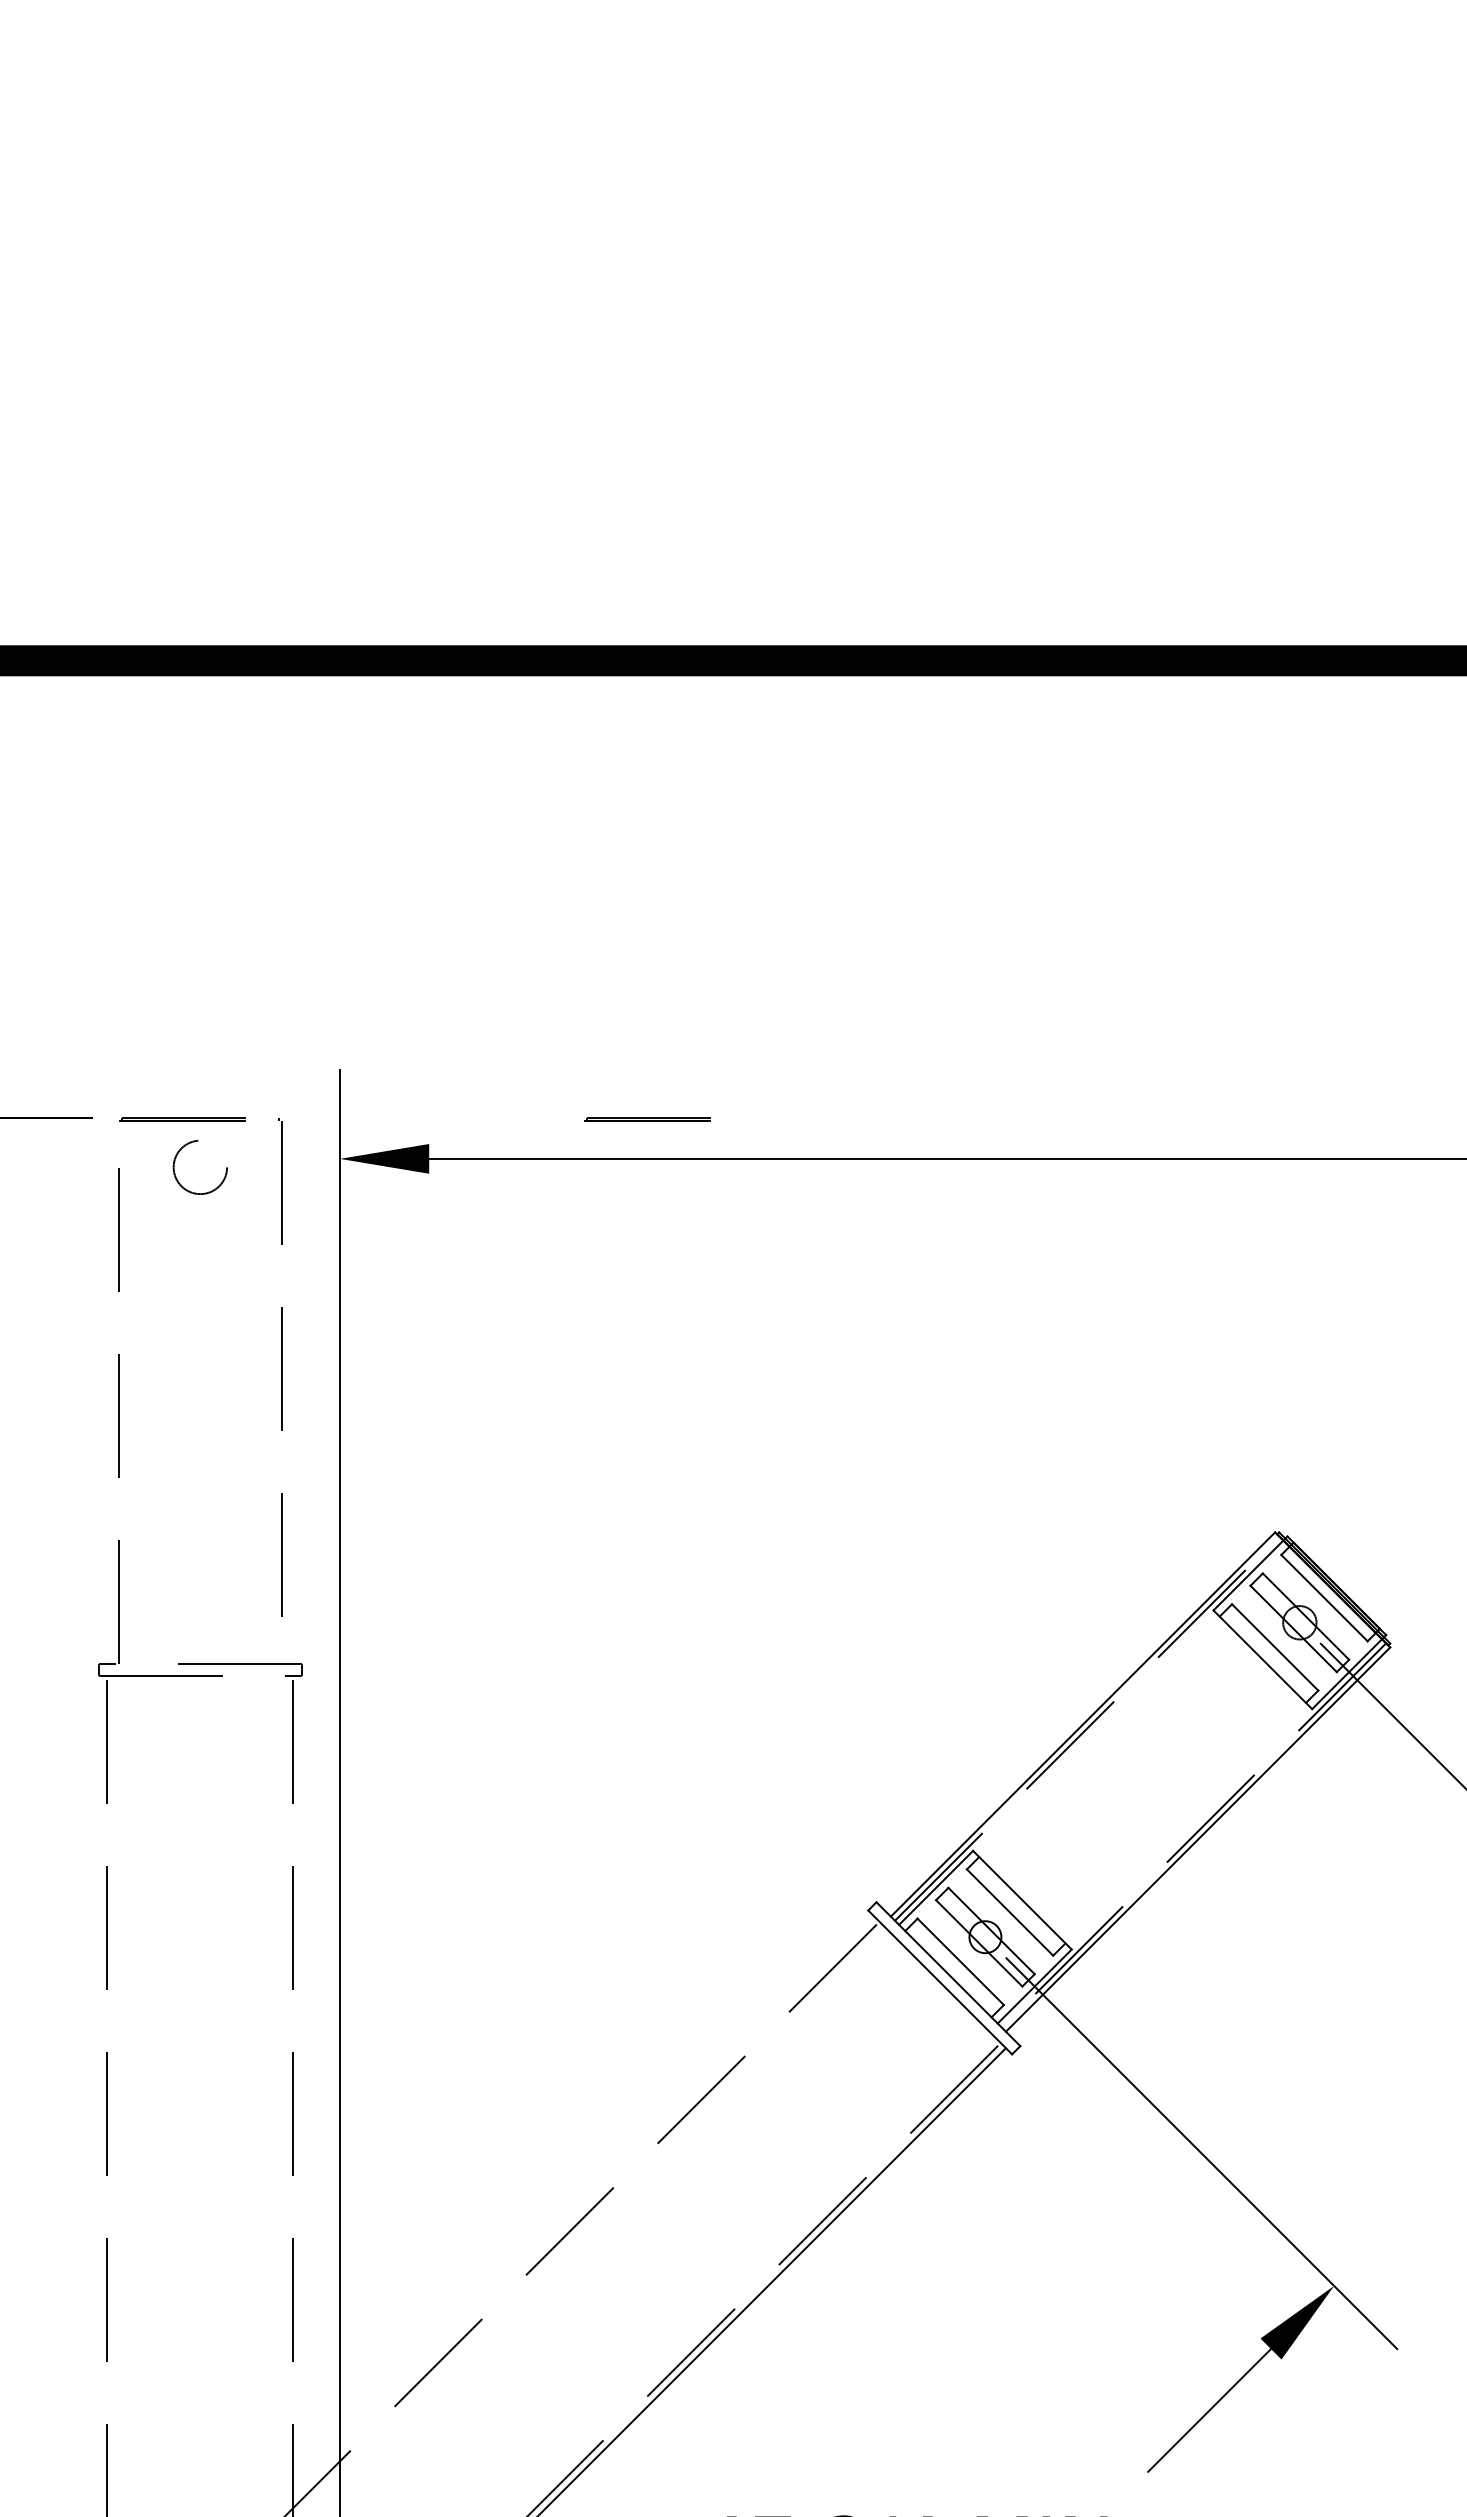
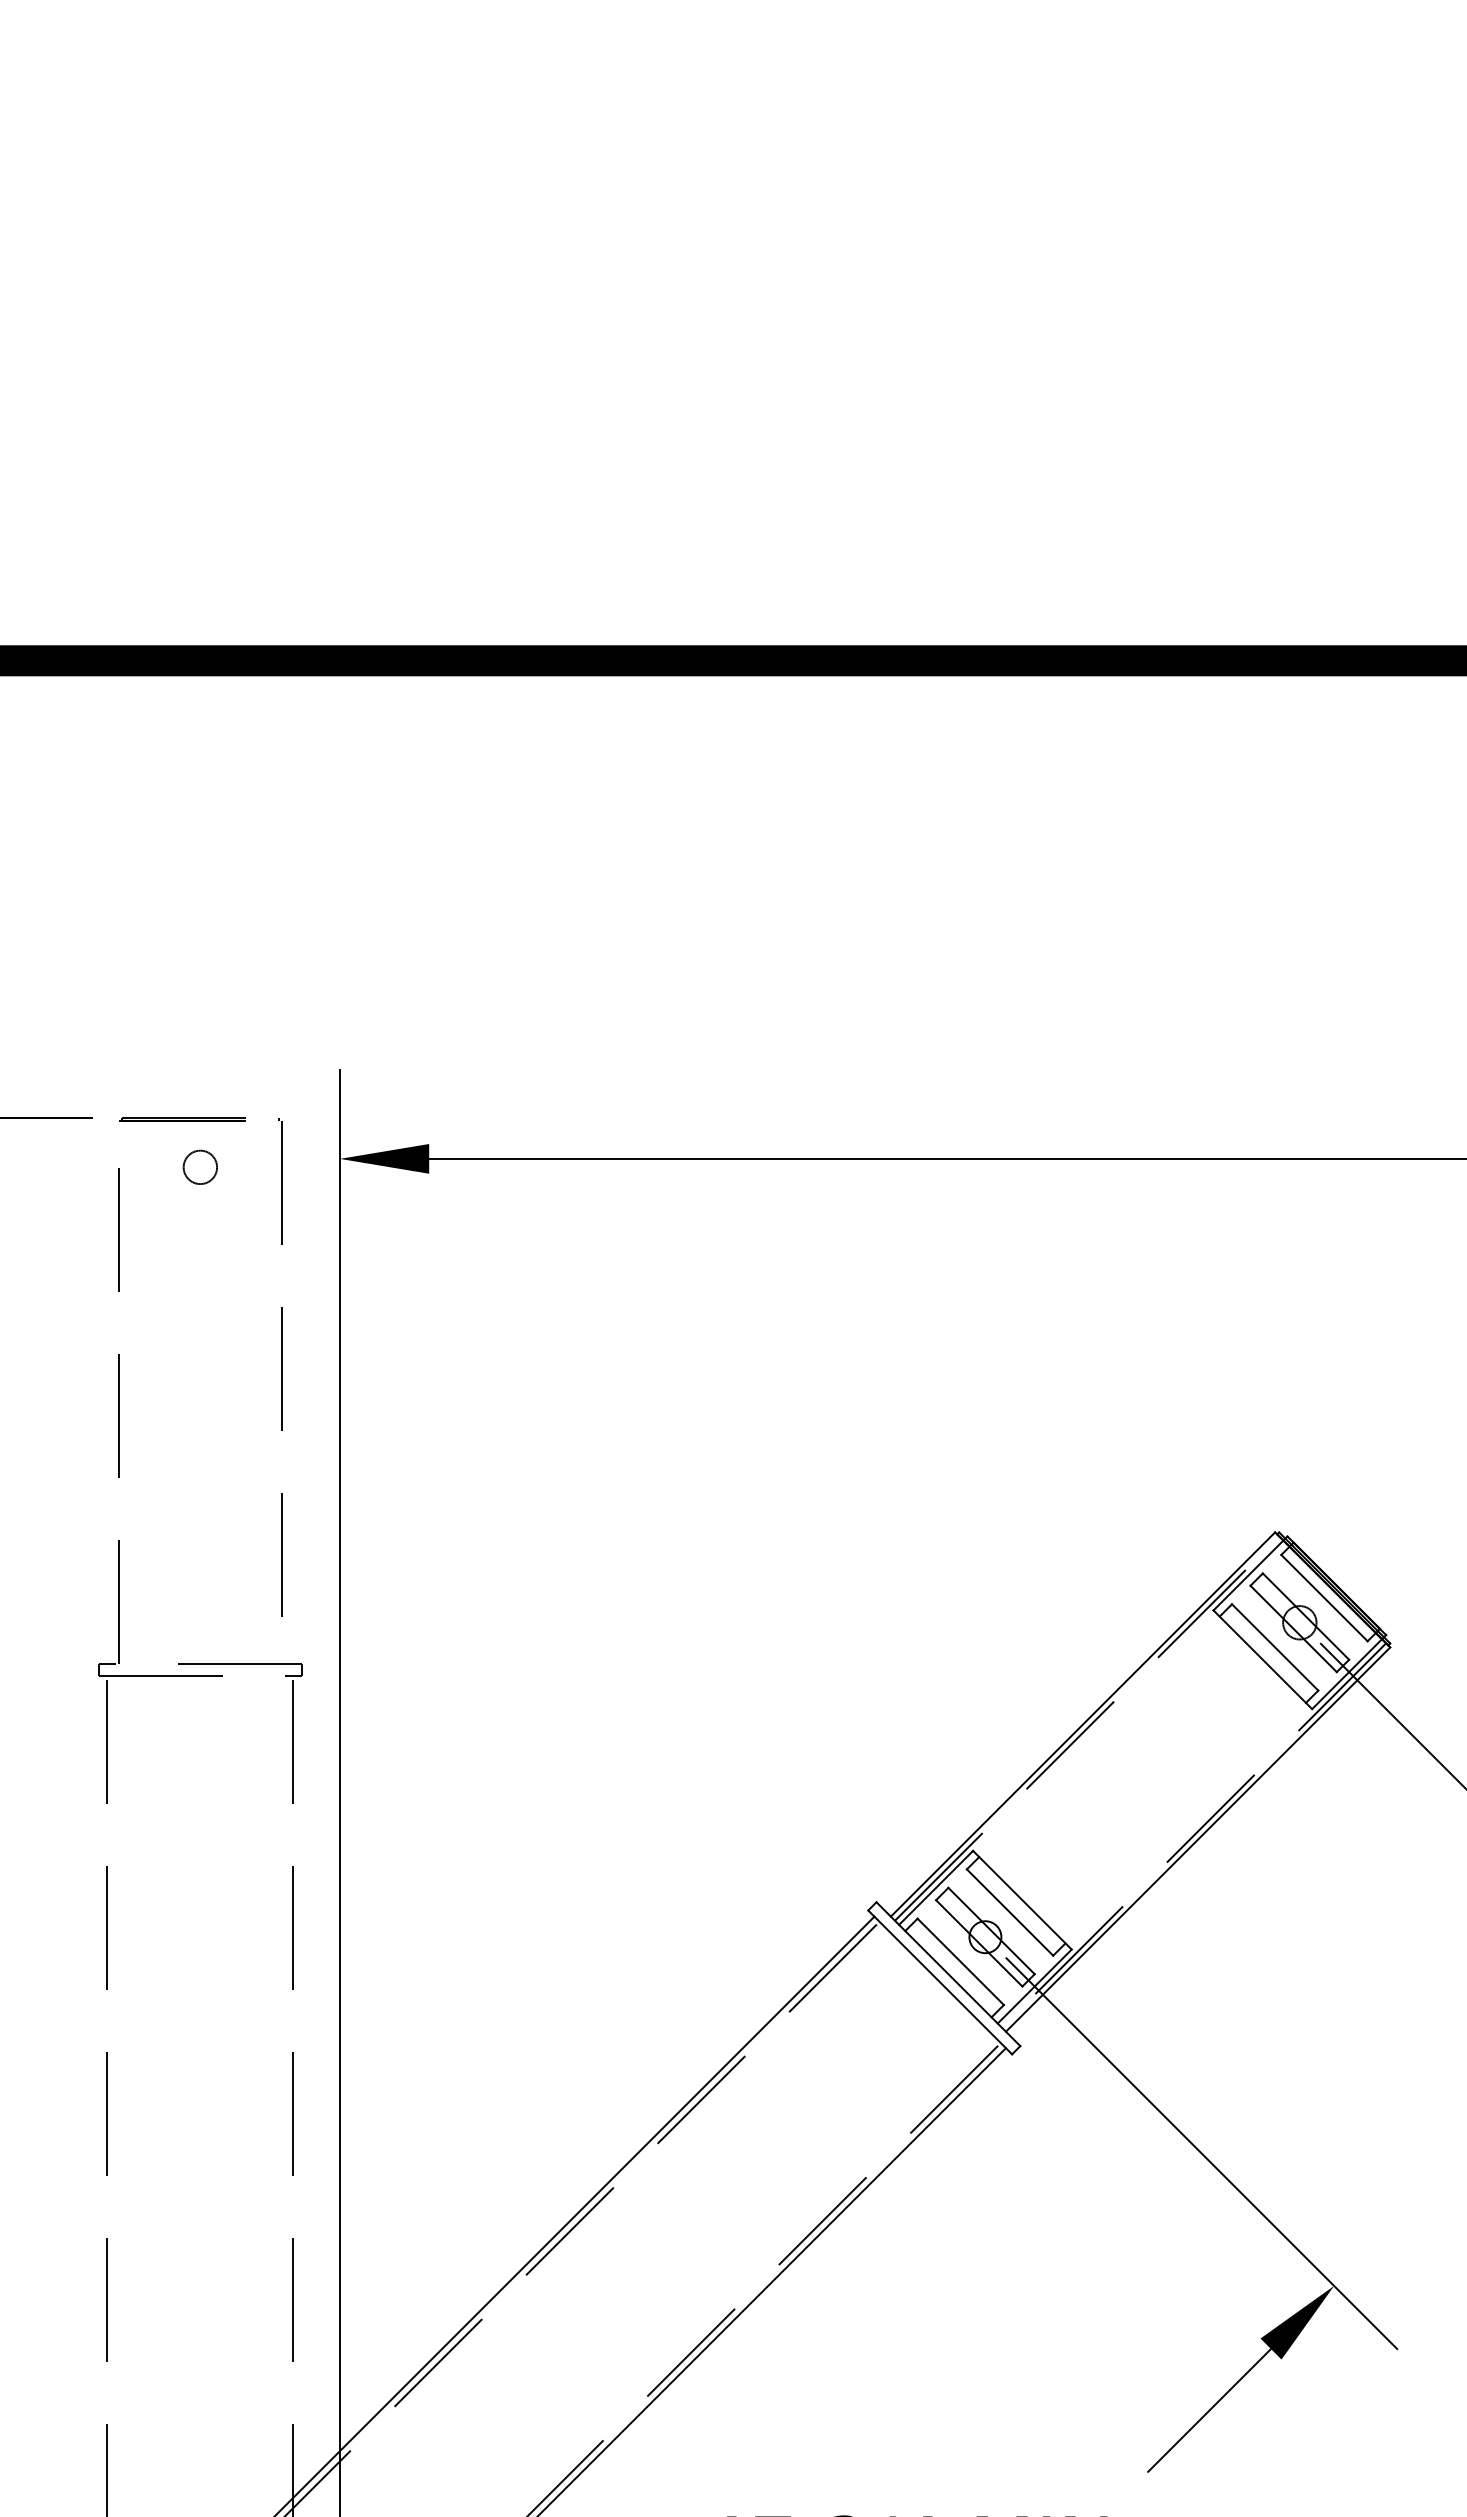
line at (647, 1118): present -> none
circle at (200, 1167) diameter: 53 px -> 33 px
line at (575, 2214): none -> present
